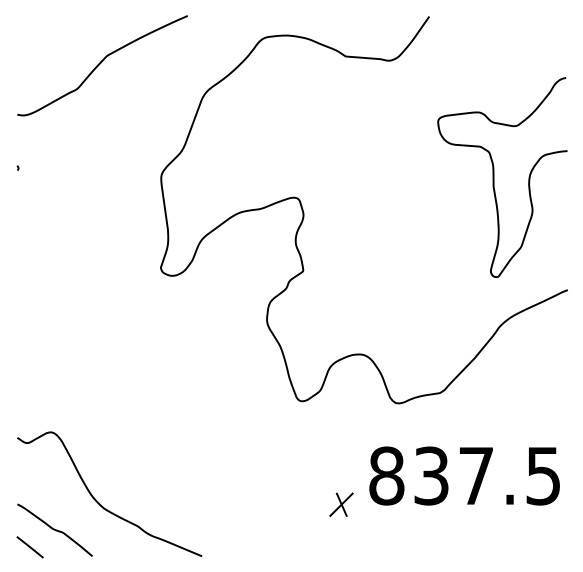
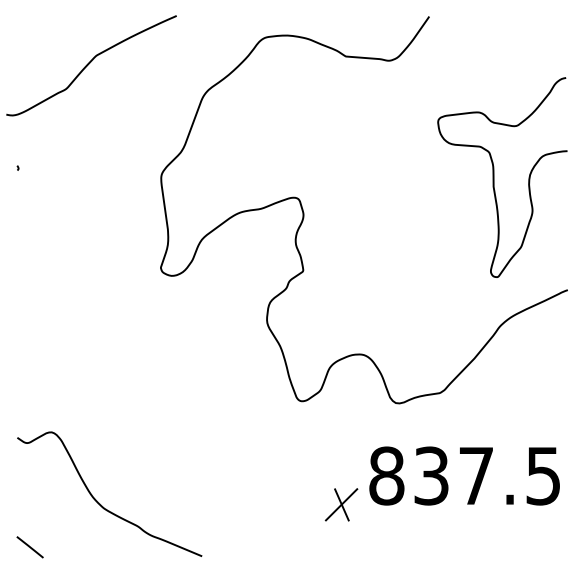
curve at (101, 63) position: (101, 63) -> (90, 63)
part at (341, 504) size: 25x25 px -> 35x34 px
curve at (54, 529): present -> none
